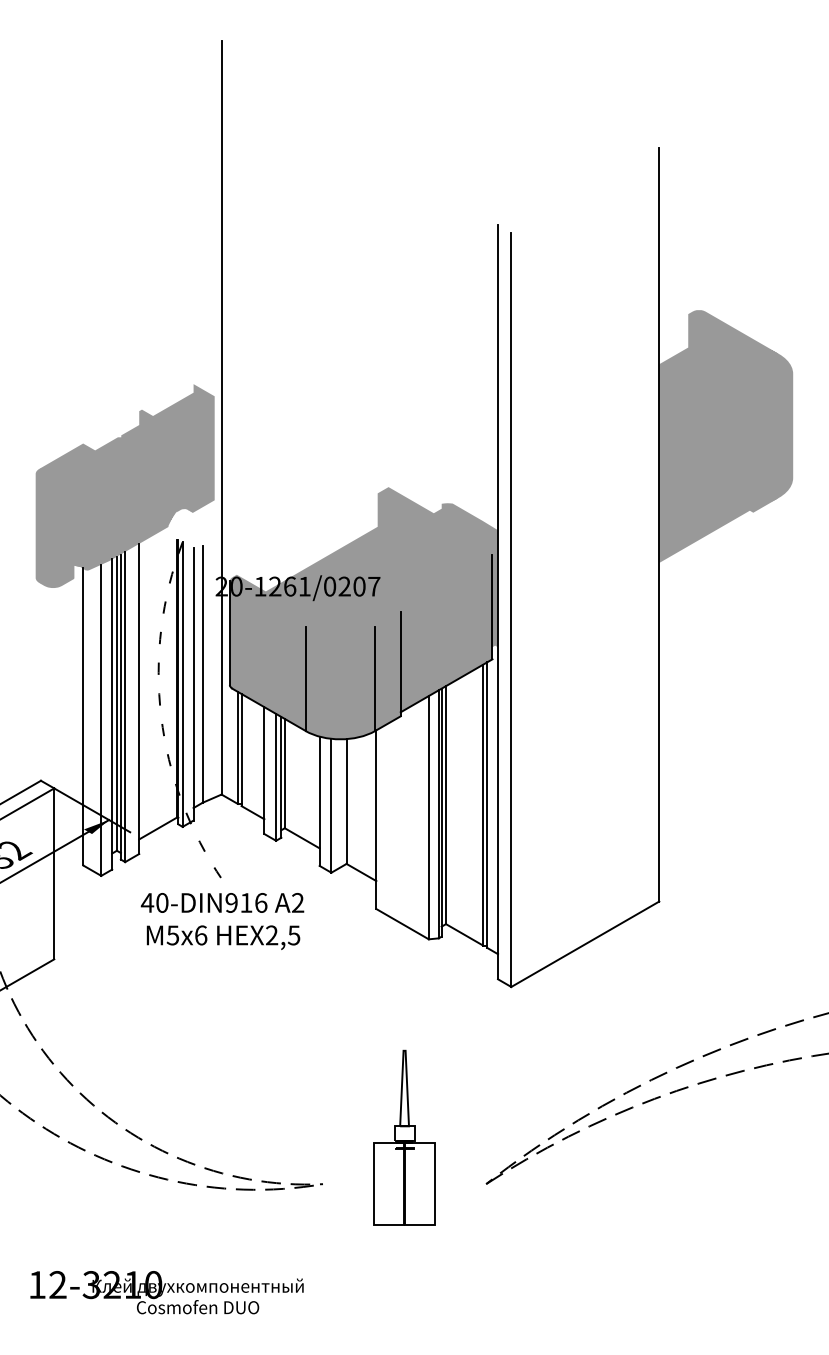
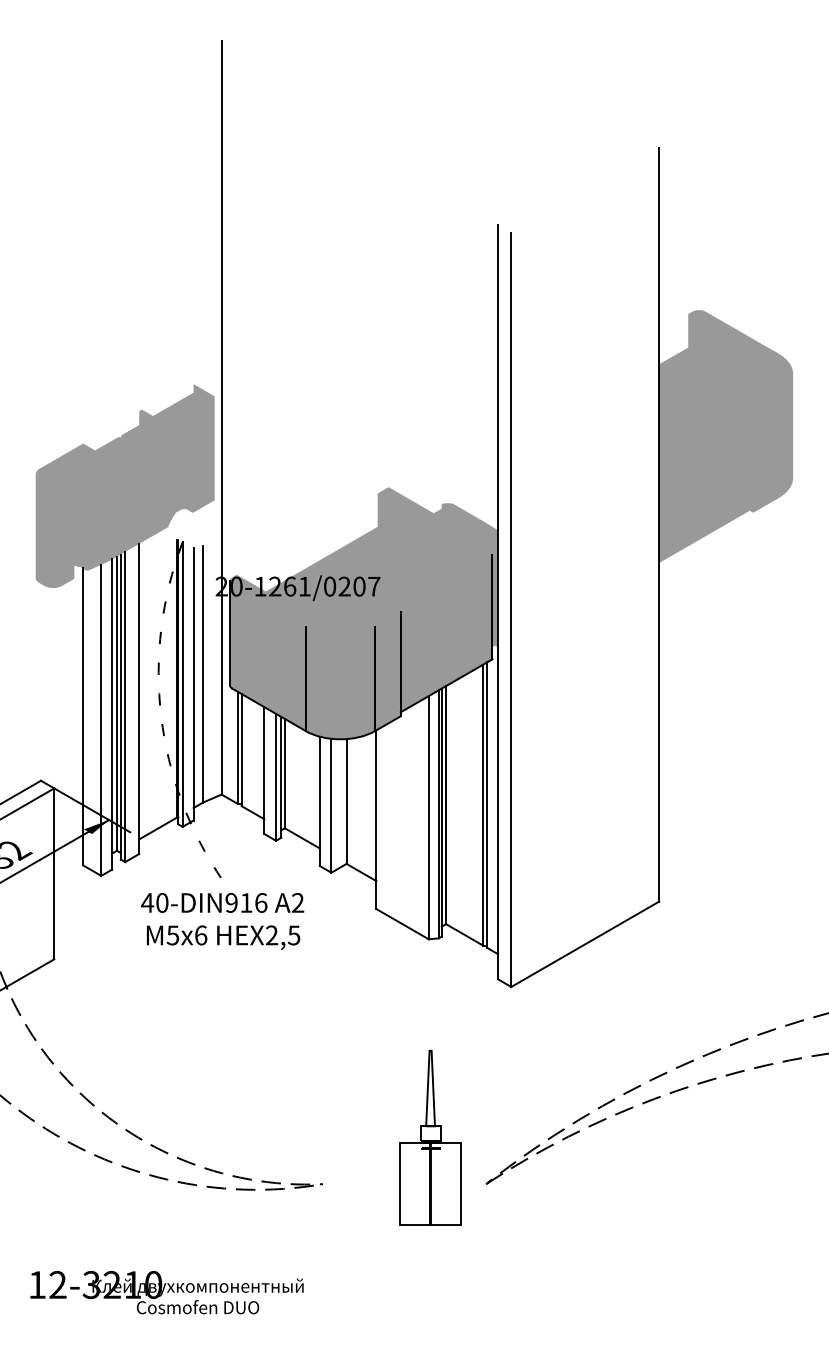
part at (404, 1137) position: (404, 1137) -> (430, 1137)
